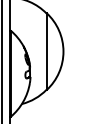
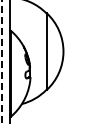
line at (1, 62): solid -> dashed
